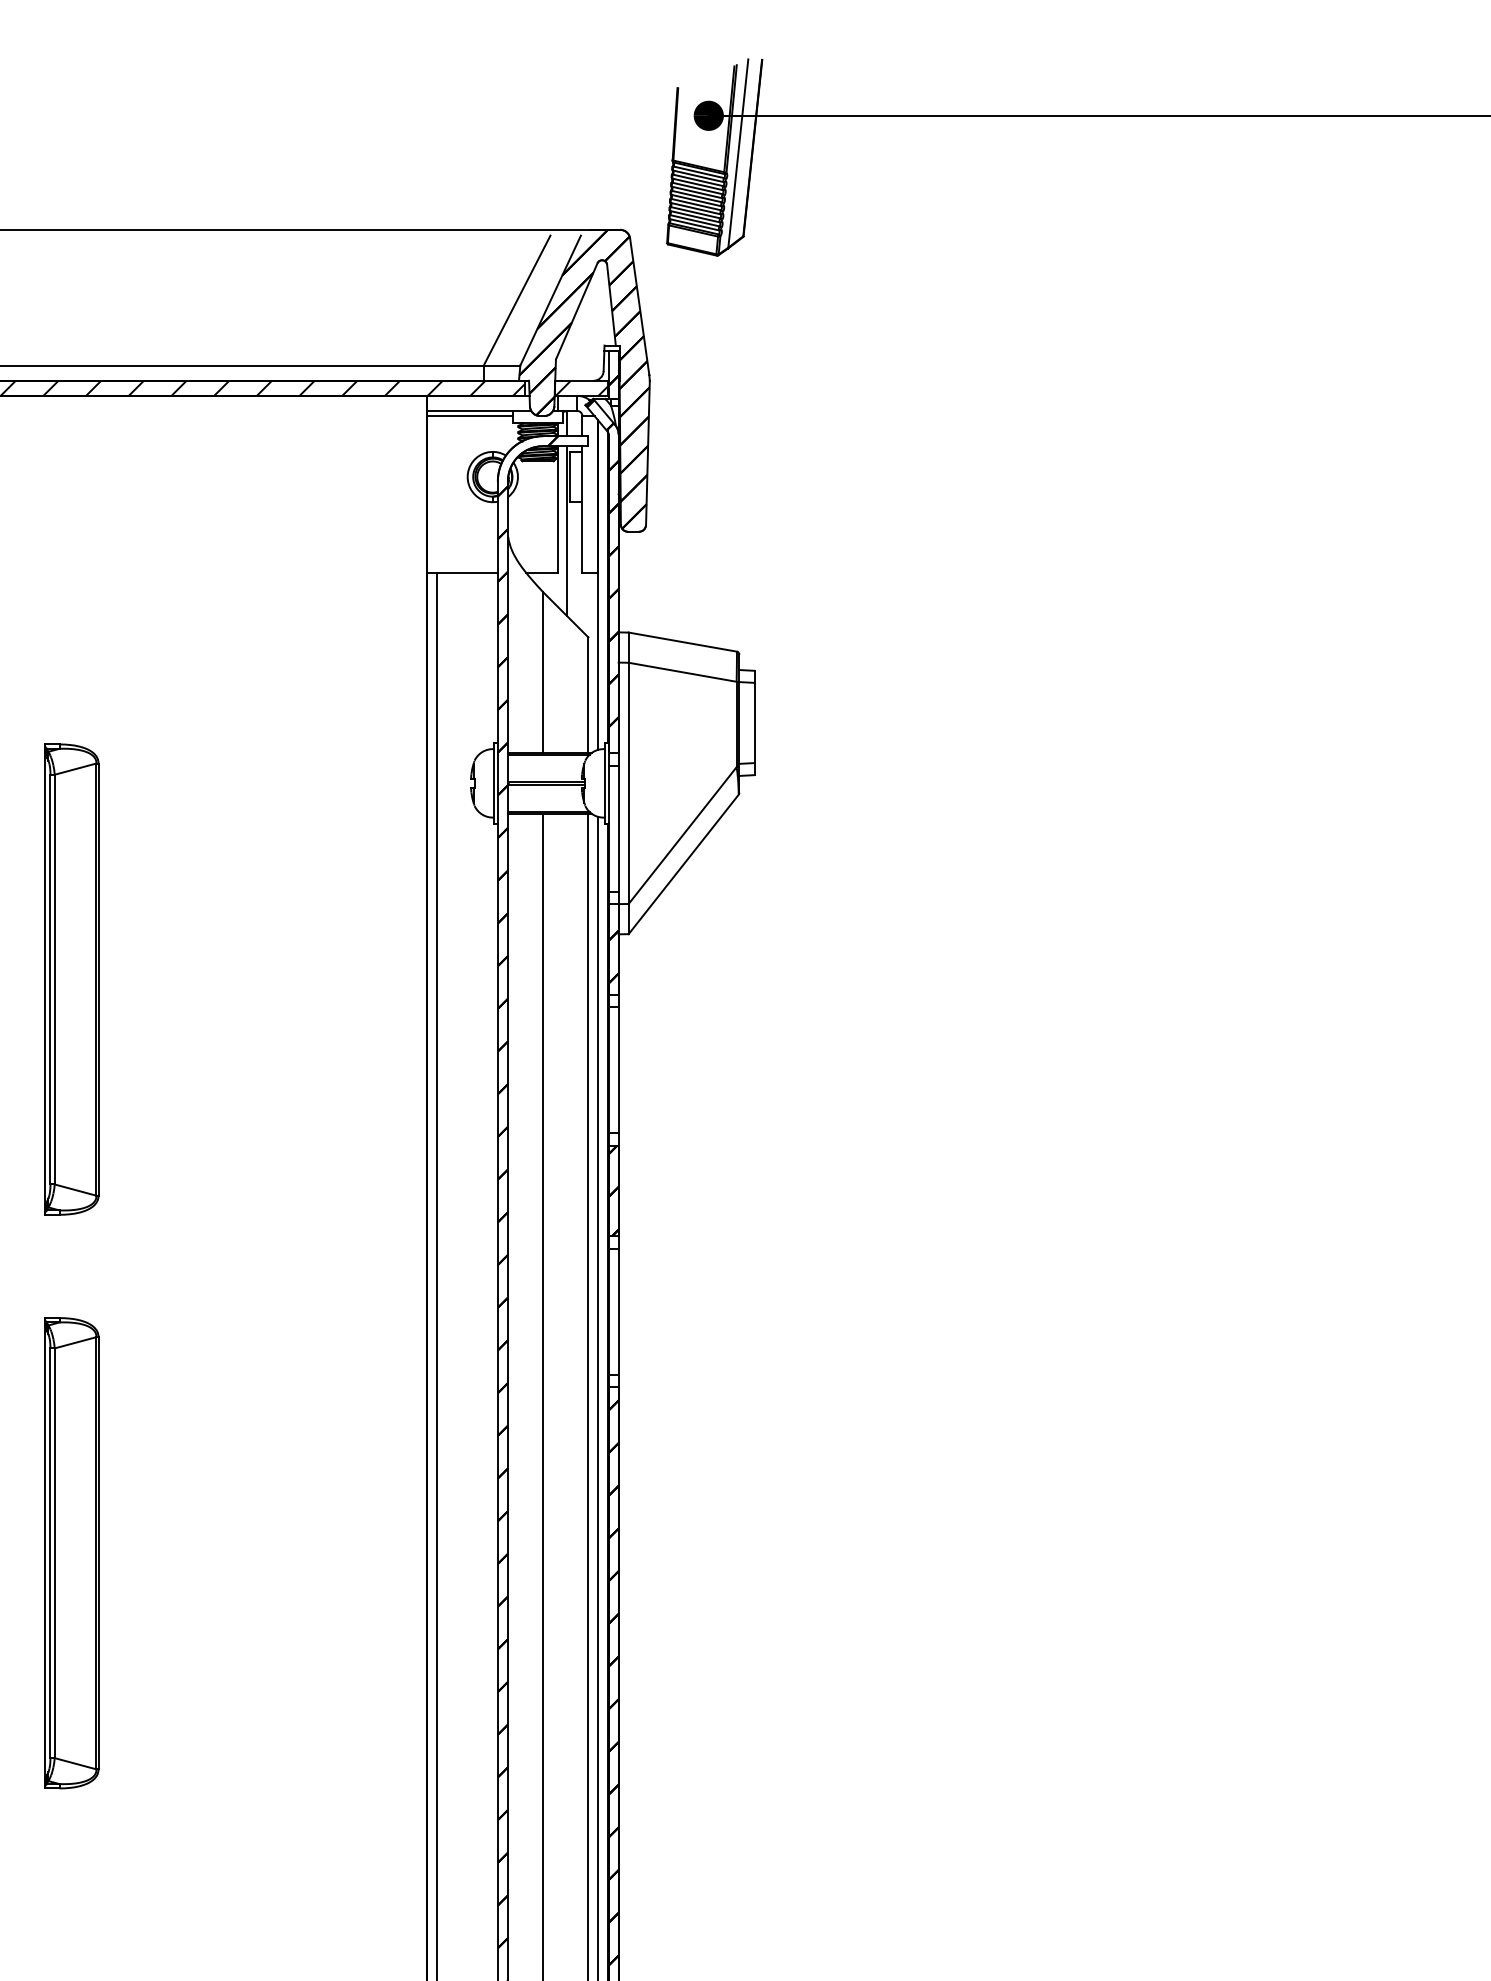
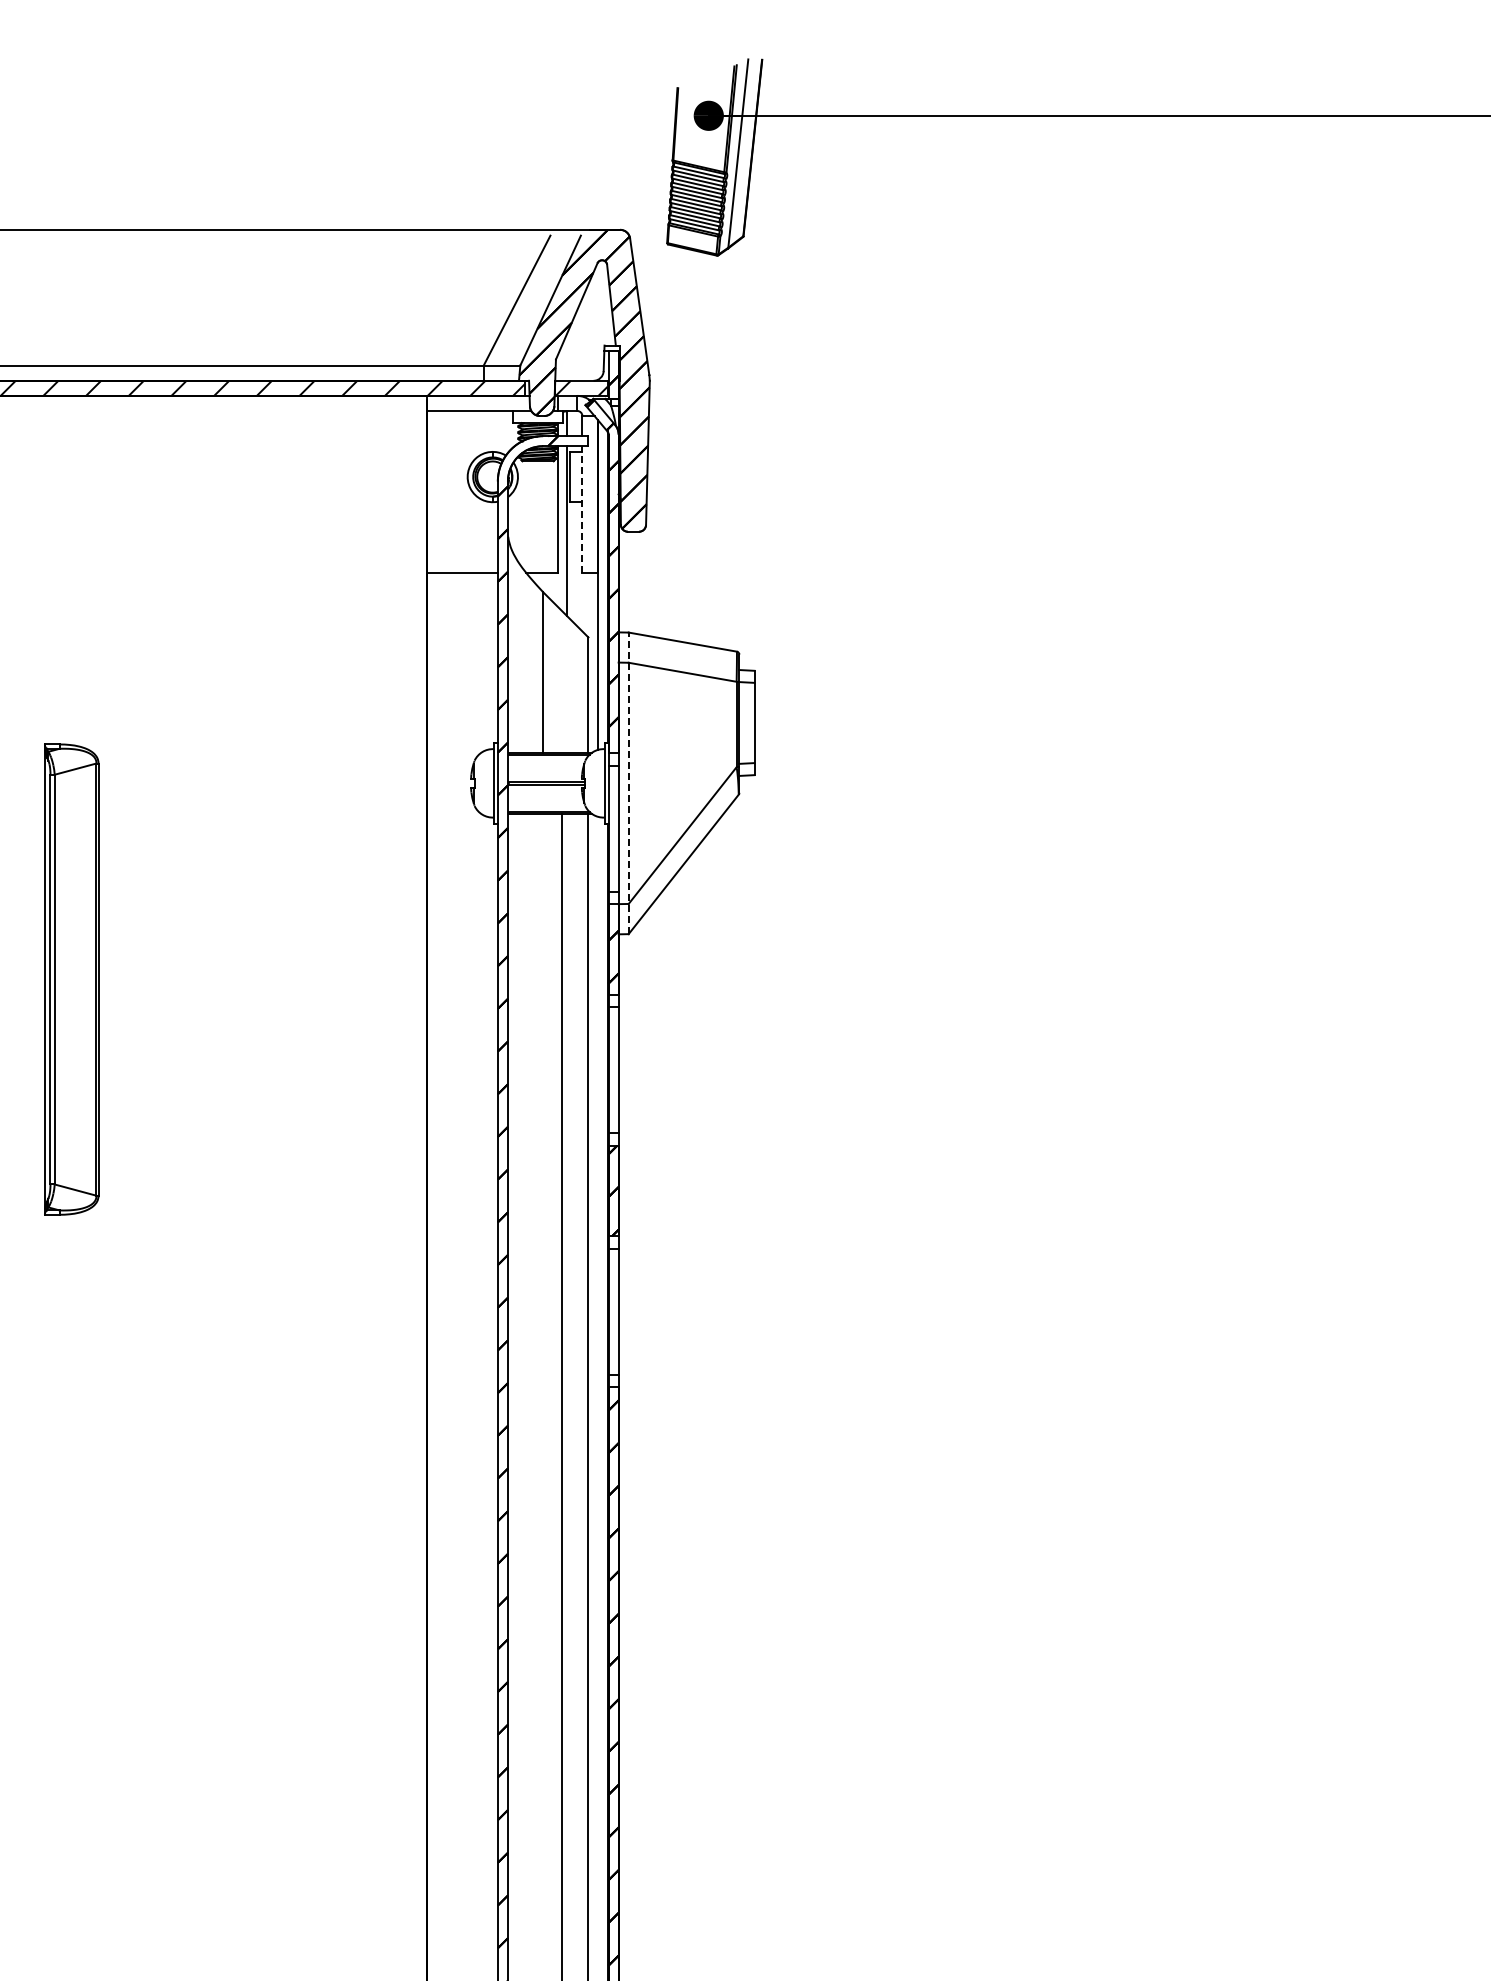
line at (469, 416): present -> none
line at (582, 508): solid -> dashed
line at (628, 783): solid -> dashed
line at (437, 1274): present -> none
line at (543, 1395) position: (543, 1395) -> (562, 1395)
line at (597, 1396): present -> none
part at (71, 1553): present -> none
